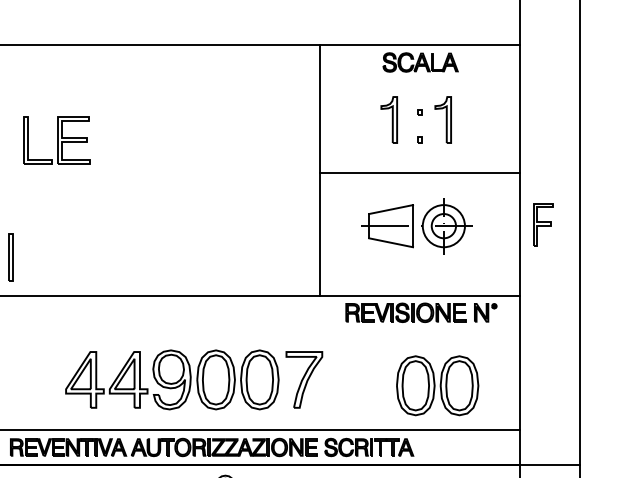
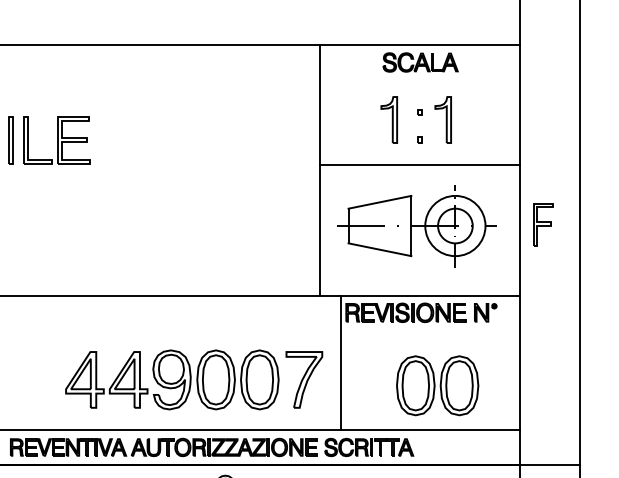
line at (419, 173) position: (419, 173) -> (419, 165)
part at (416, 226) size: 112x57 px -> 160x83 px
part at (10, 257) position: (10, 257) -> (10, 140)
line at (340, 362): none -> present
